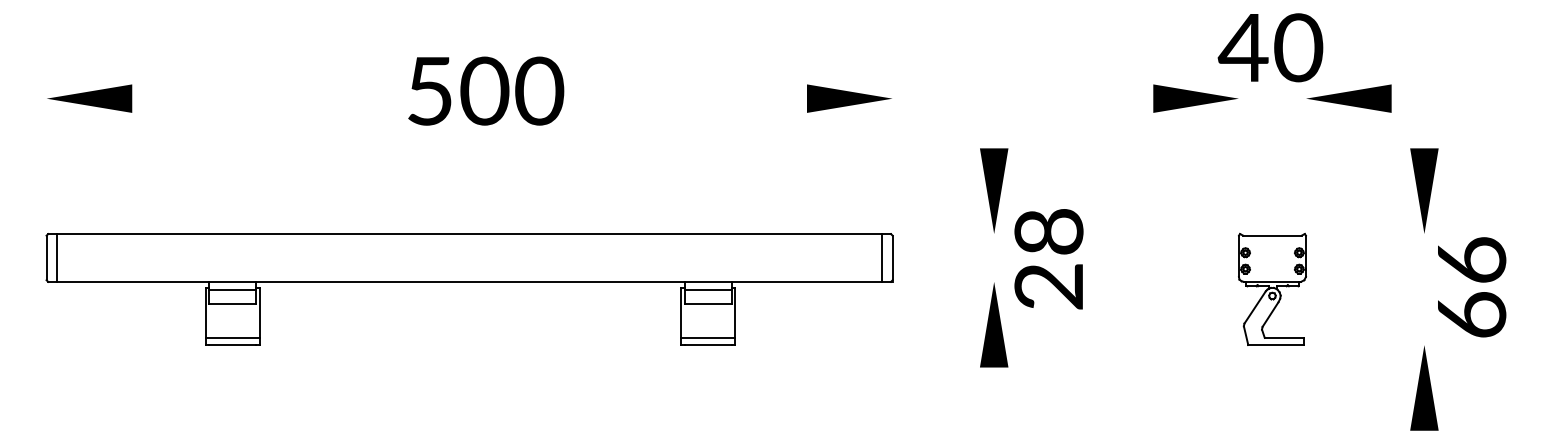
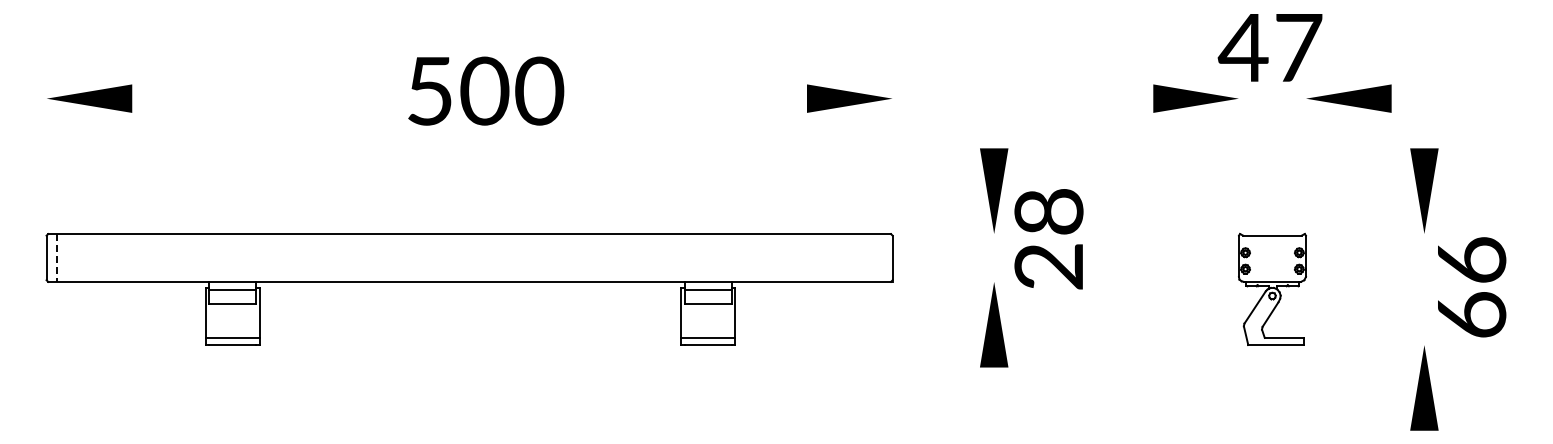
text at (1298, 47): 40 -> 47
part at (1053, 251) position: (1053, 251) -> (1053, 231)
line at (57, 257): solid -> dashed
line at (882, 257): present -> none
